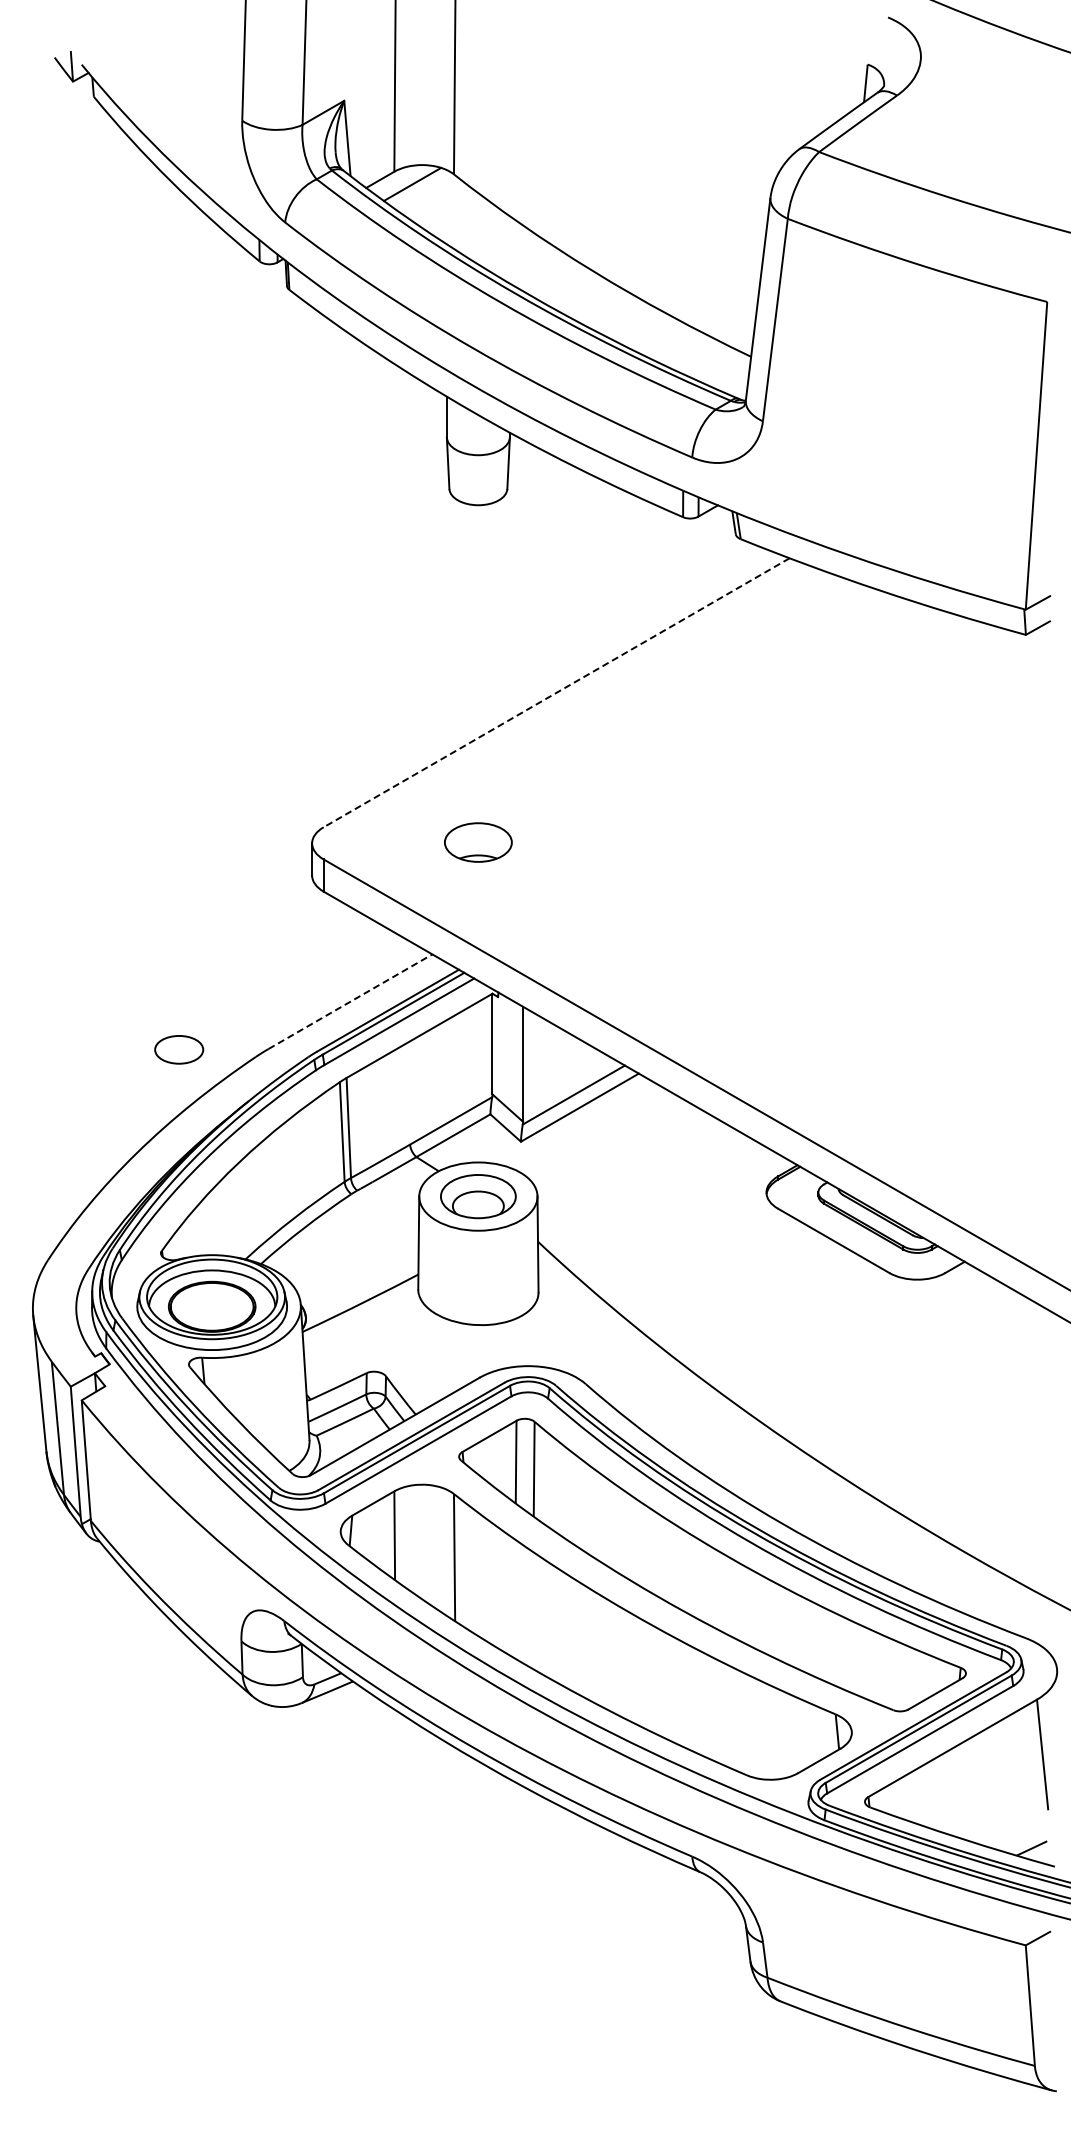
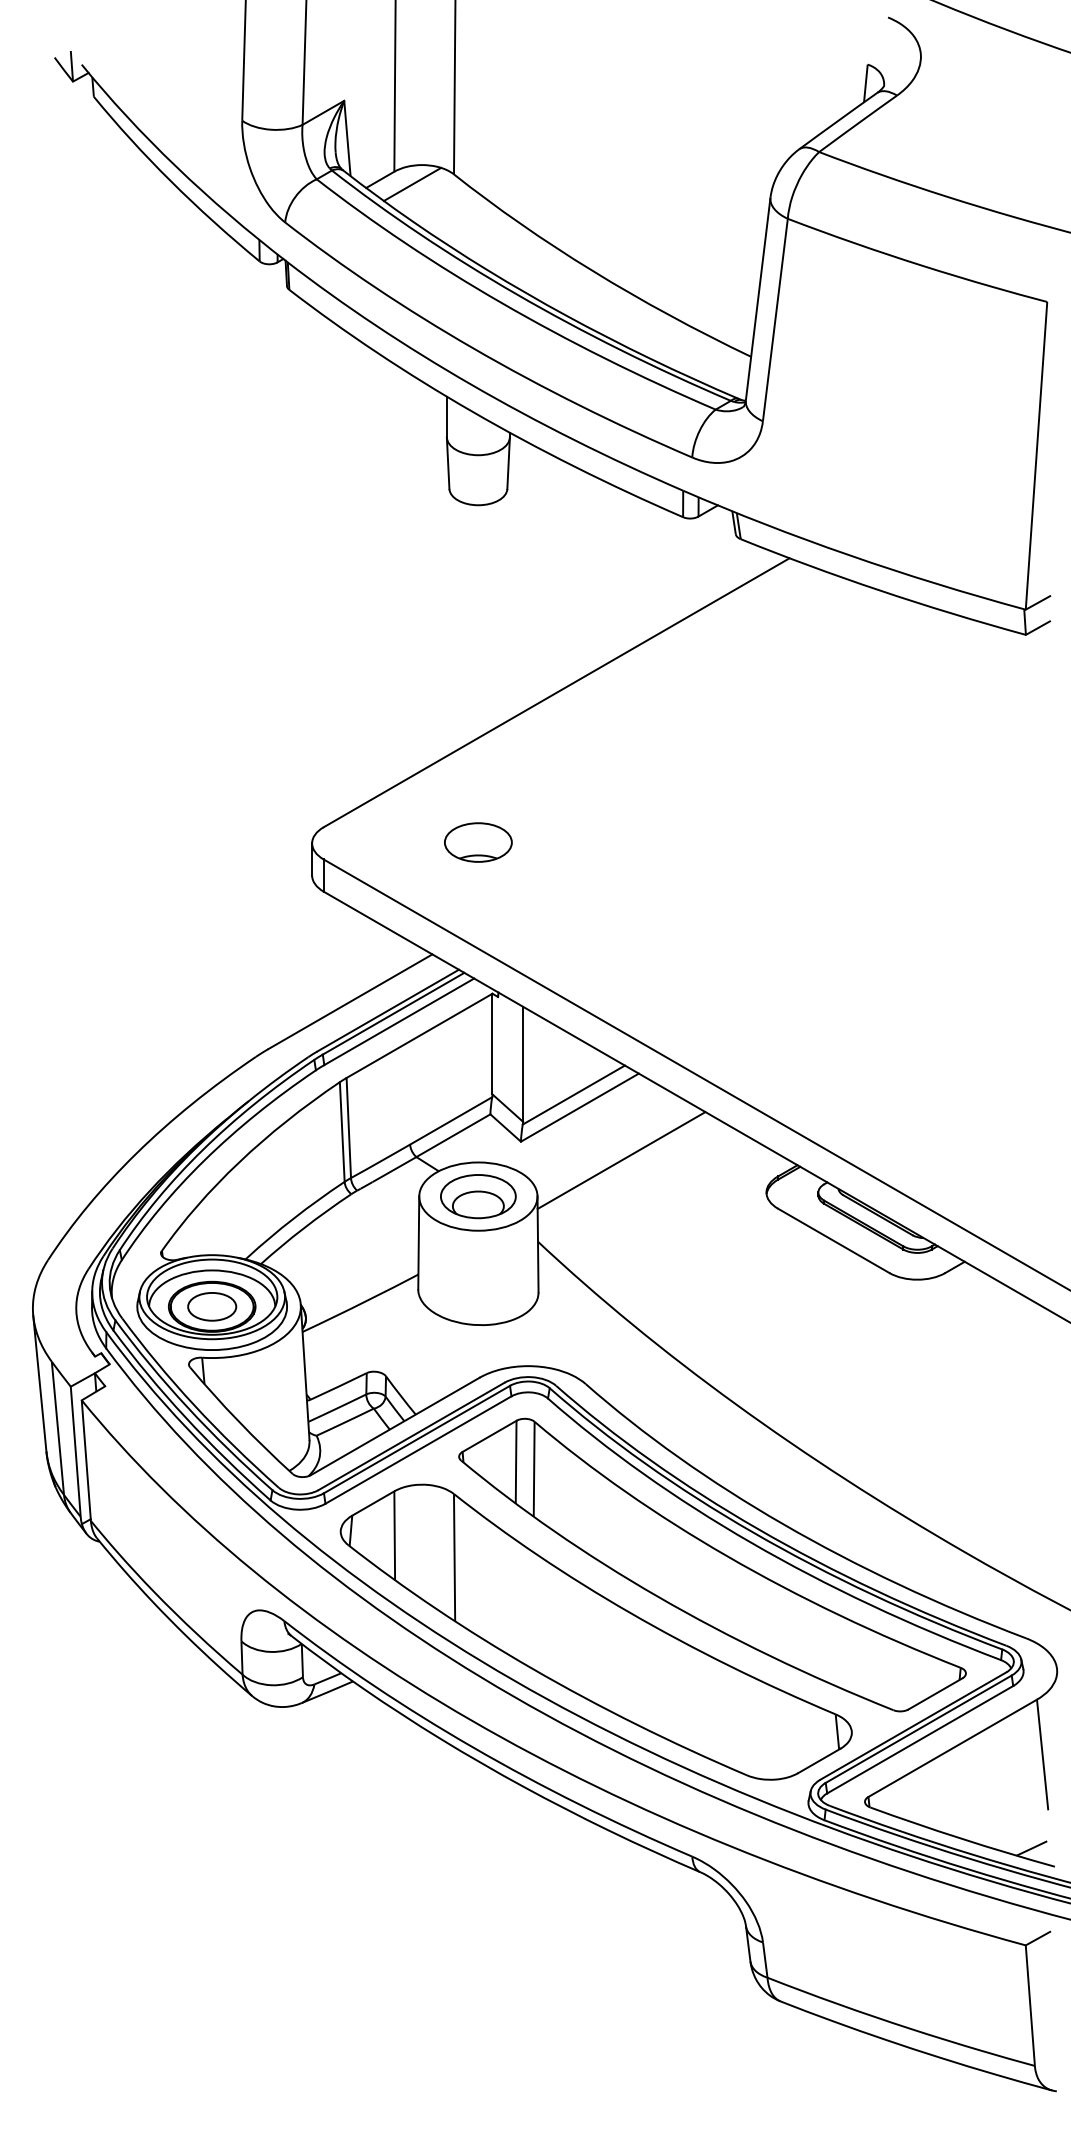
line at (556, 692): dashed -> solid
line at (350, 1001): dashed -> solid
part at (179, 1049) position: (179, 1049) -> (212, 1306)
line at (621, 1160): none -> present
